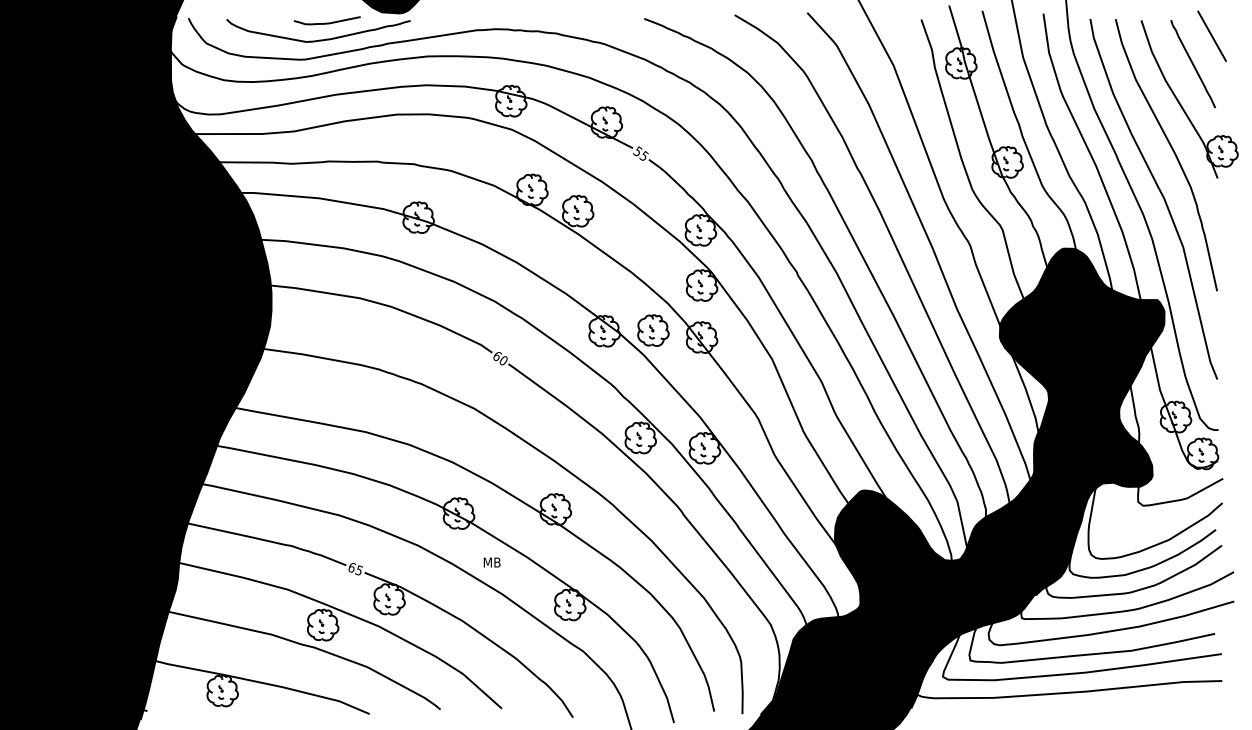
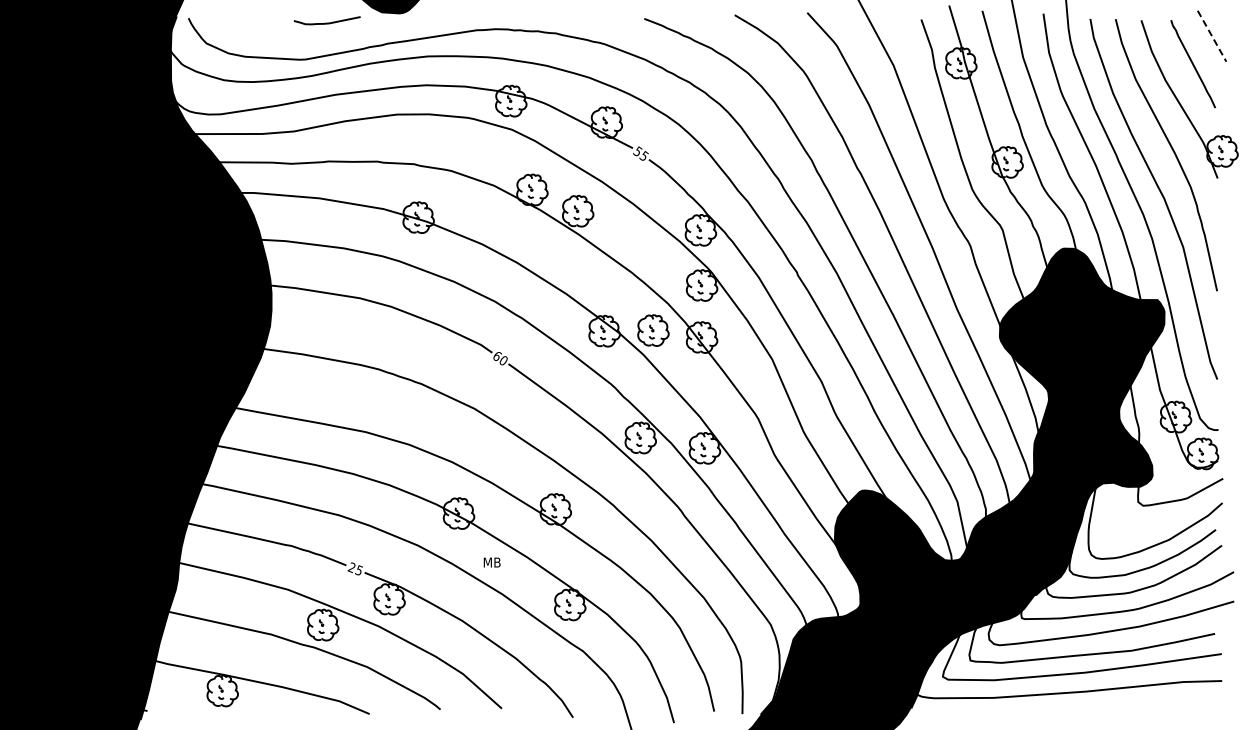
line at (1212, 36): solid -> dashed
curve at (319, 39): present -> none
text at (351, 567): 65 -> 25
